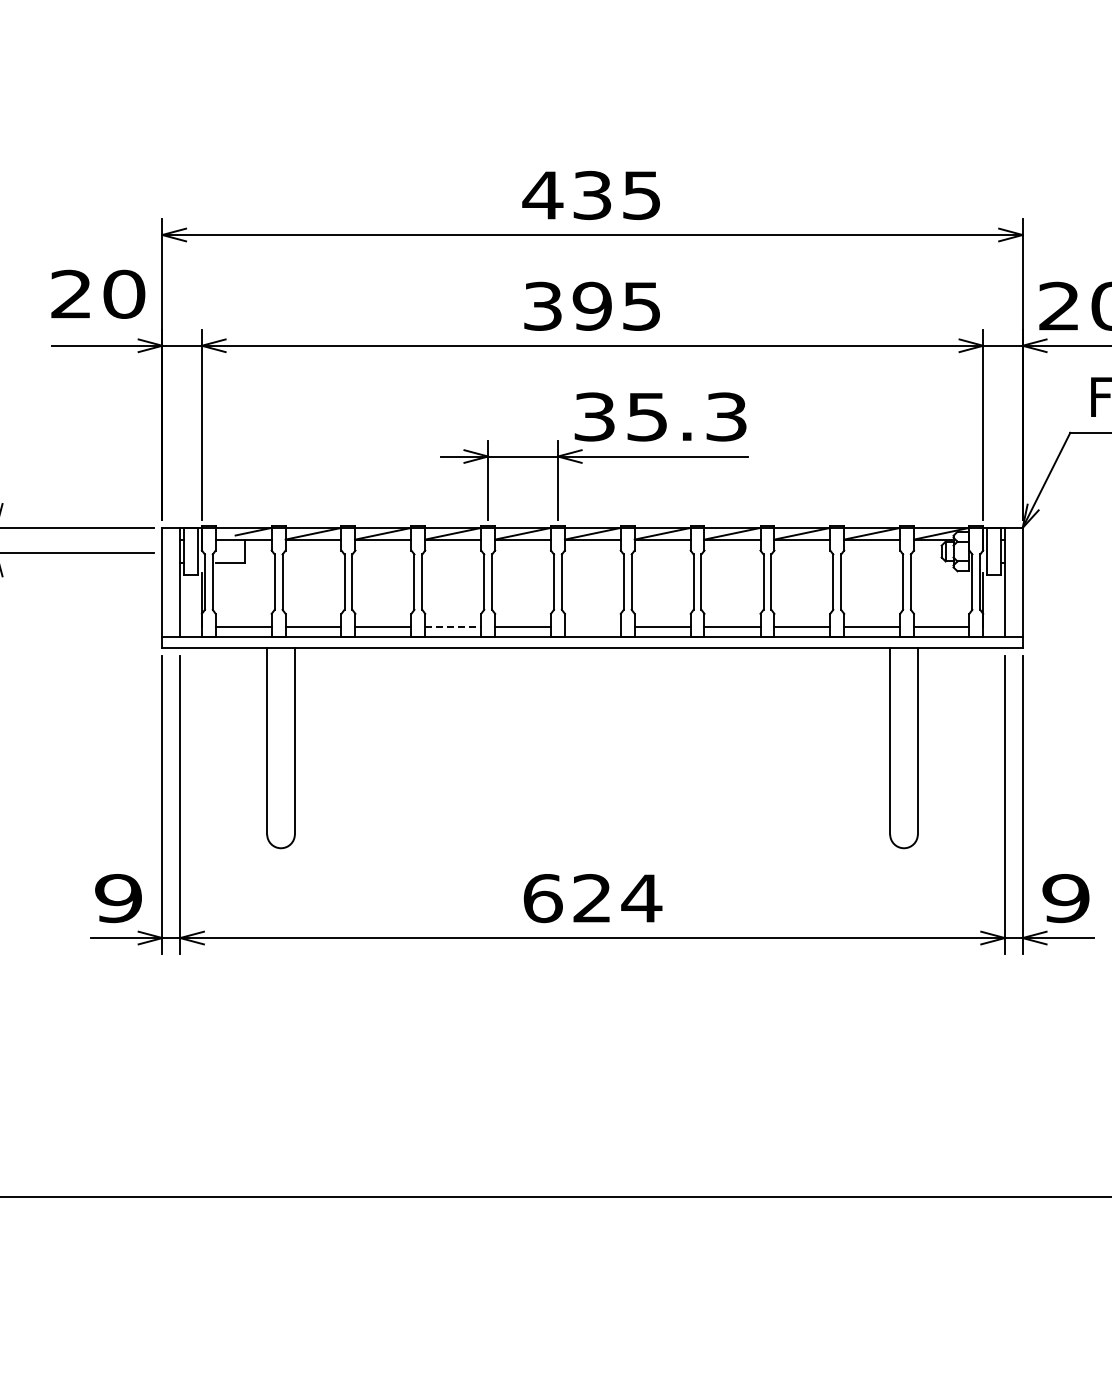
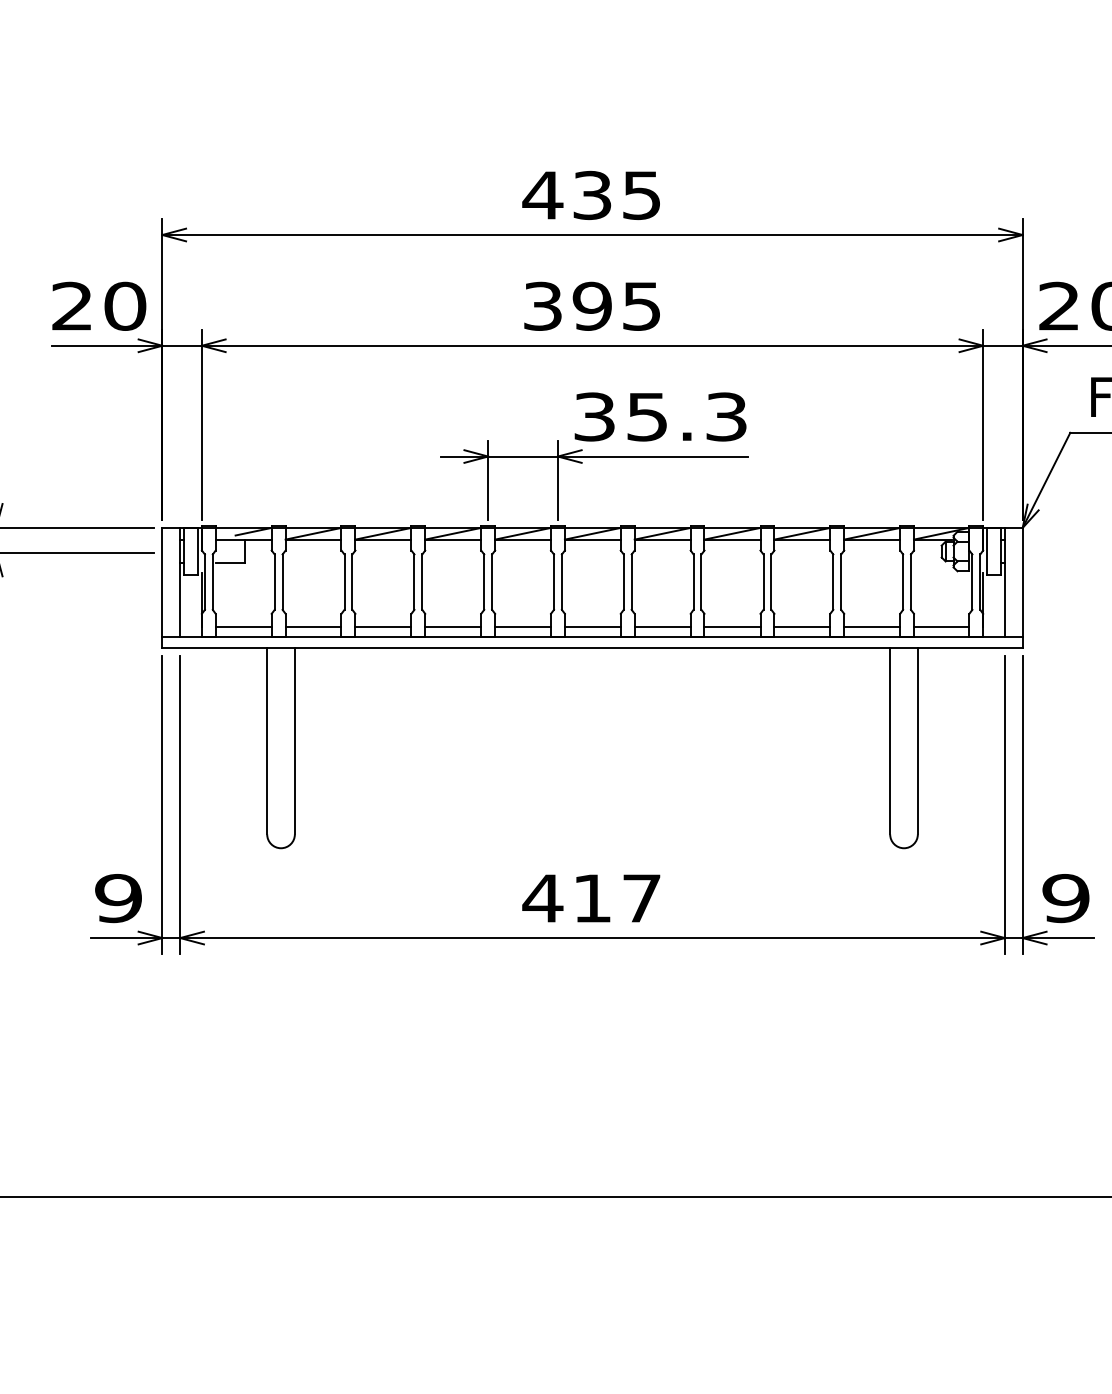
text at (98, 293) position: (98, 293) -> (99, 305)
line at (453, 626): dashed -> solid
line at (592, 626): none -> present
text at (592, 898): 624 -> 417
